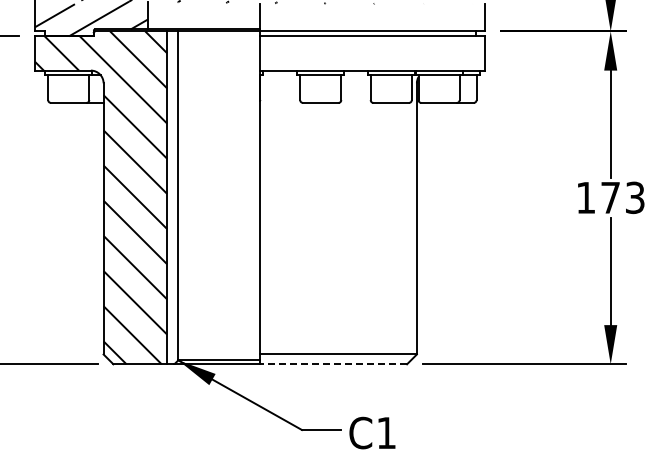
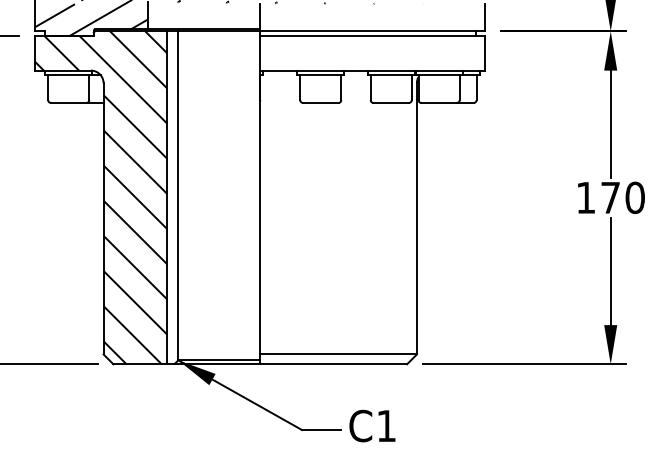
text at (634, 197): 173 -> 170
line at (333, 364): dashed -> solid
text at (372, 432) position: (372, 432) -> (372, 425)
